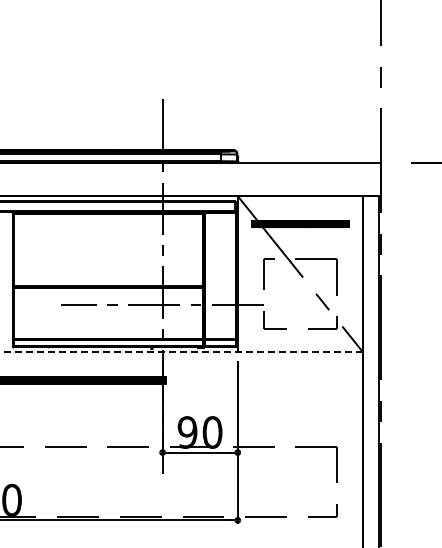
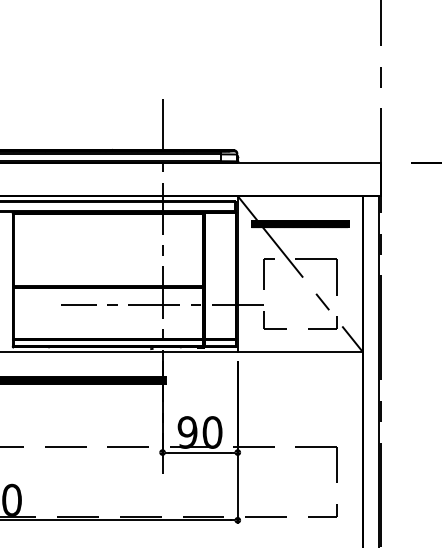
line at (181, 352): dashed -> solid
